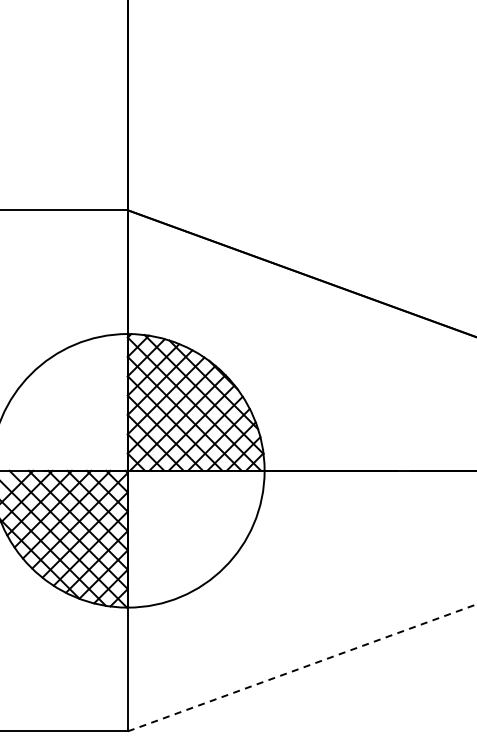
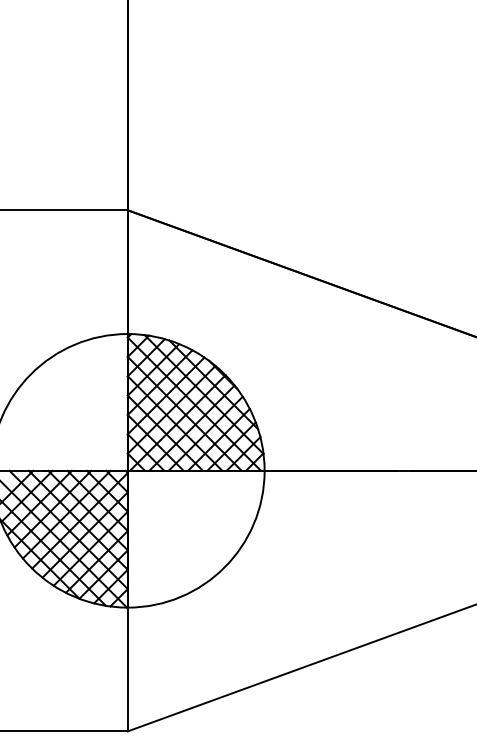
line at (302, 667): dashed -> solid
